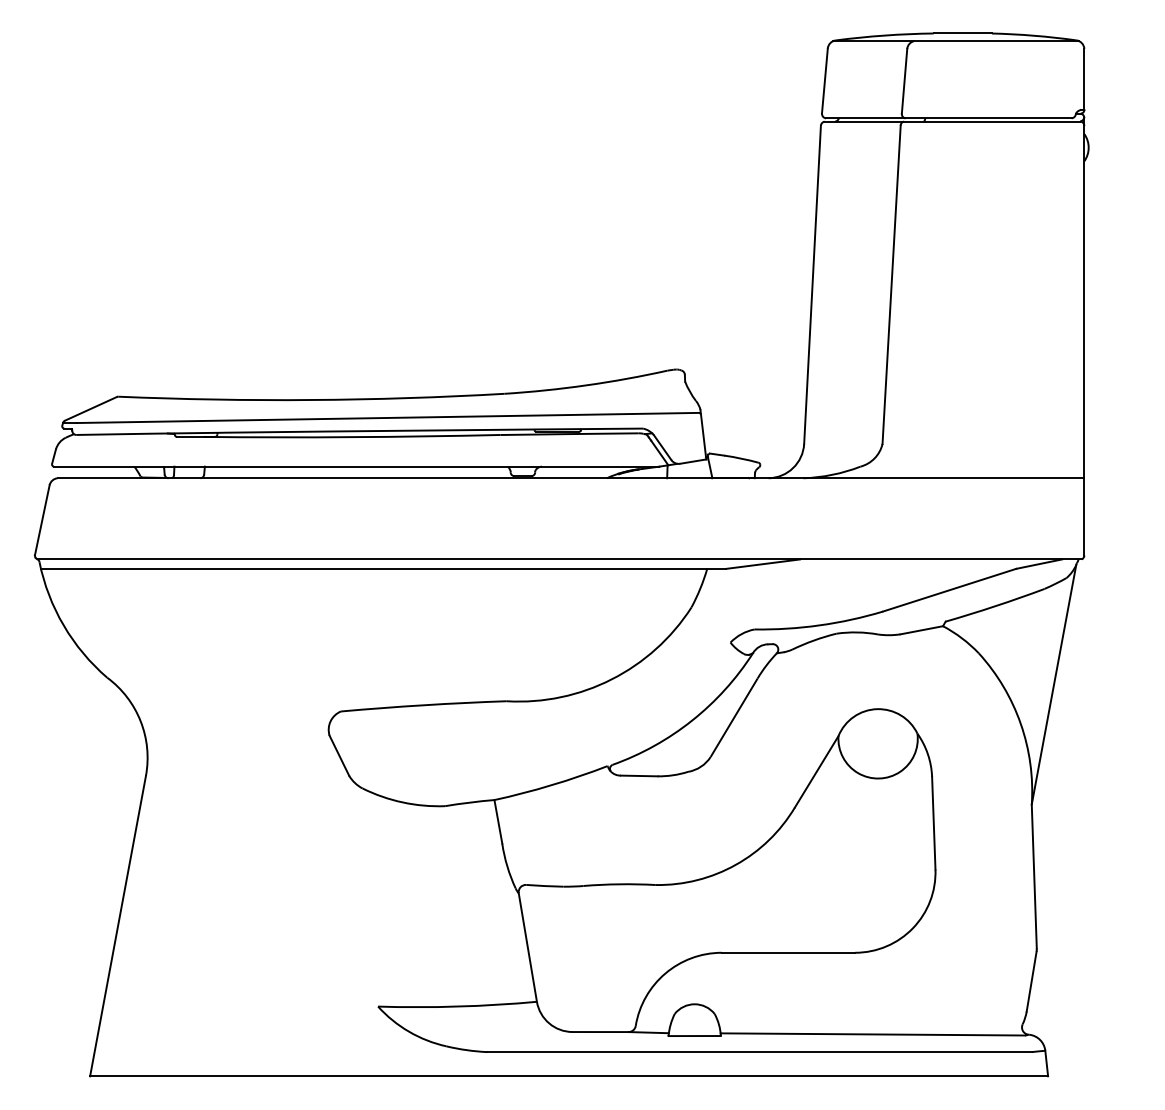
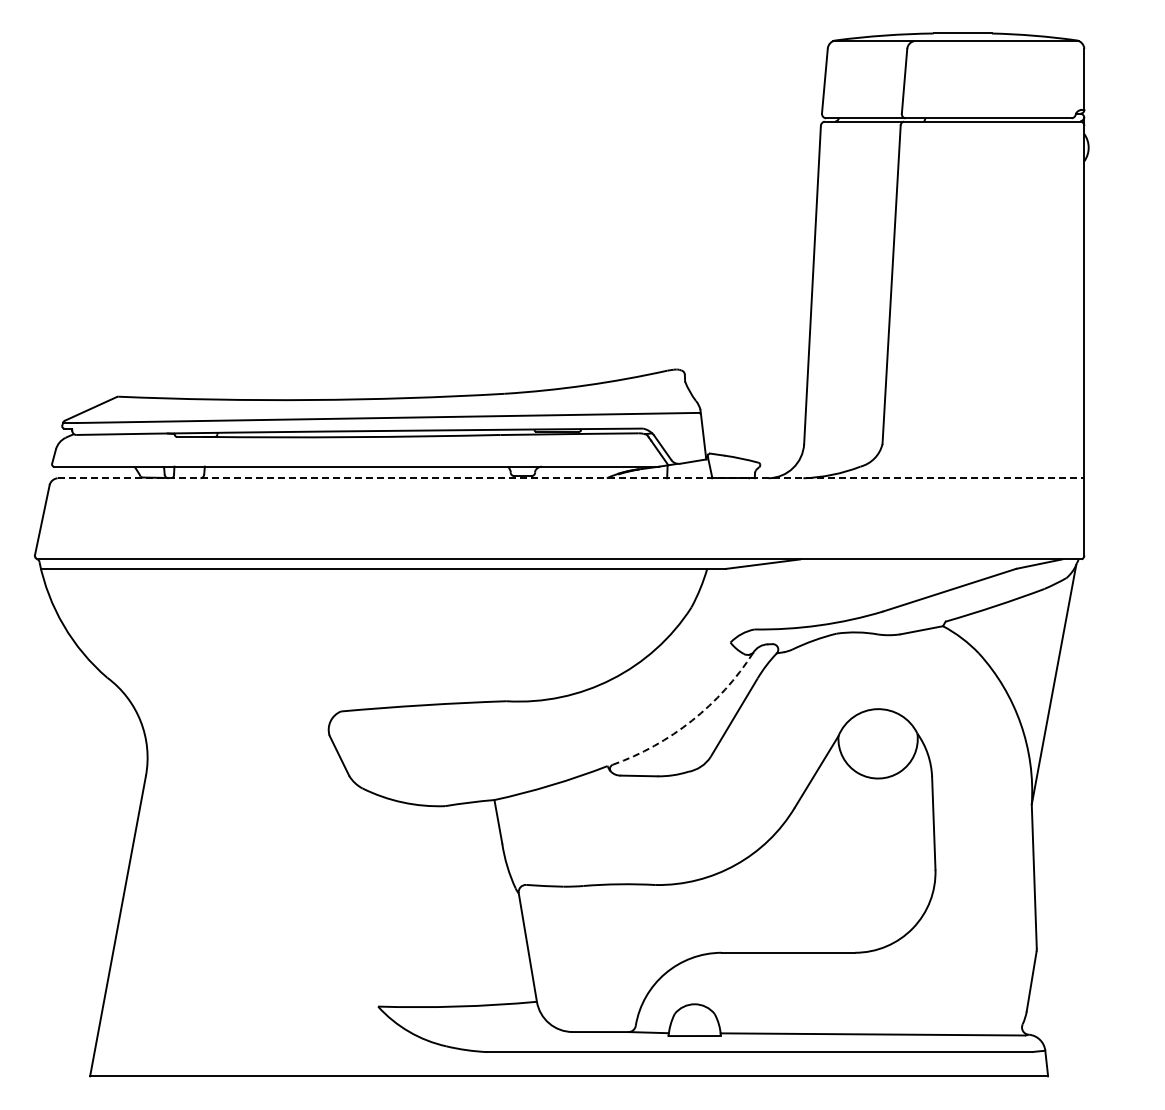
line at (571, 478): solid -> dashed
arc at (692, 720): solid -> dashed
